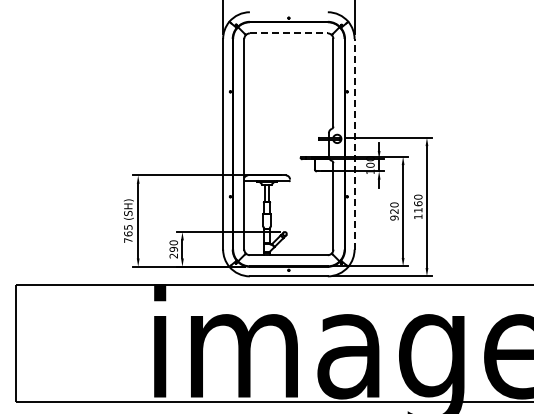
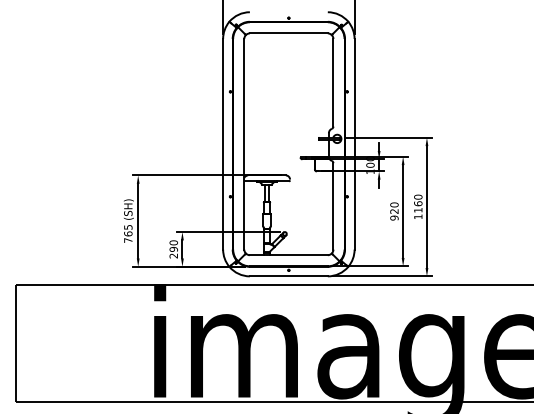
line at (288, 33): dashed -> solid
line at (354, 143): dashed -> solid
